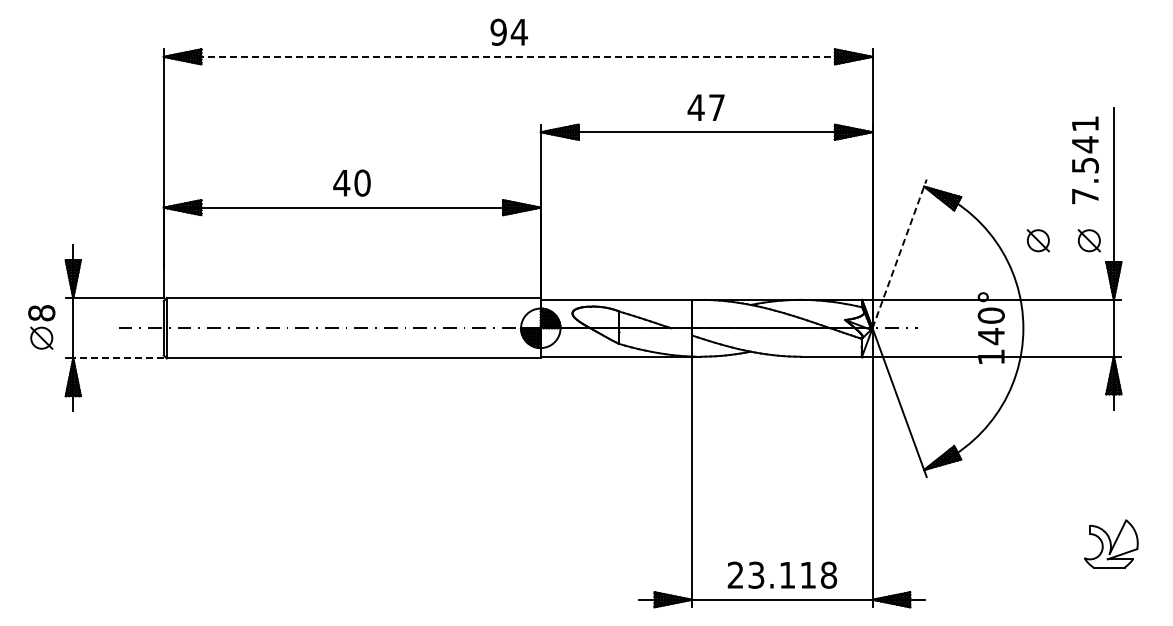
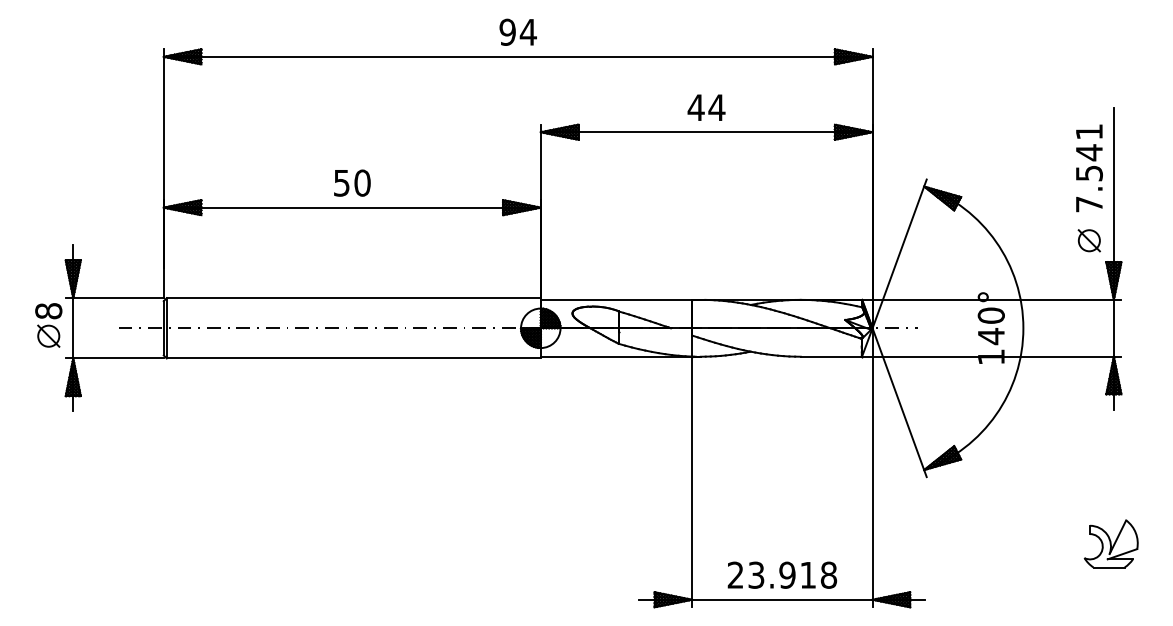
text at (508, 31) position: (508, 31) -> (517, 31)
line at (518, 56): dashed -> solid
text at (716, 107): 47 -> 44
text at (1085, 160) position: (1085, 160) -> (1089, 168)
text at (341, 183): 40 -> 50
part at (1037, 240): present -> none
line at (899, 253): dashed -> solid
part at (41, 327) position: (41, 327) -> (48, 325)
line at (118, 358): dashed -> solid
text at (787, 574): 23.118 -> 23.918
